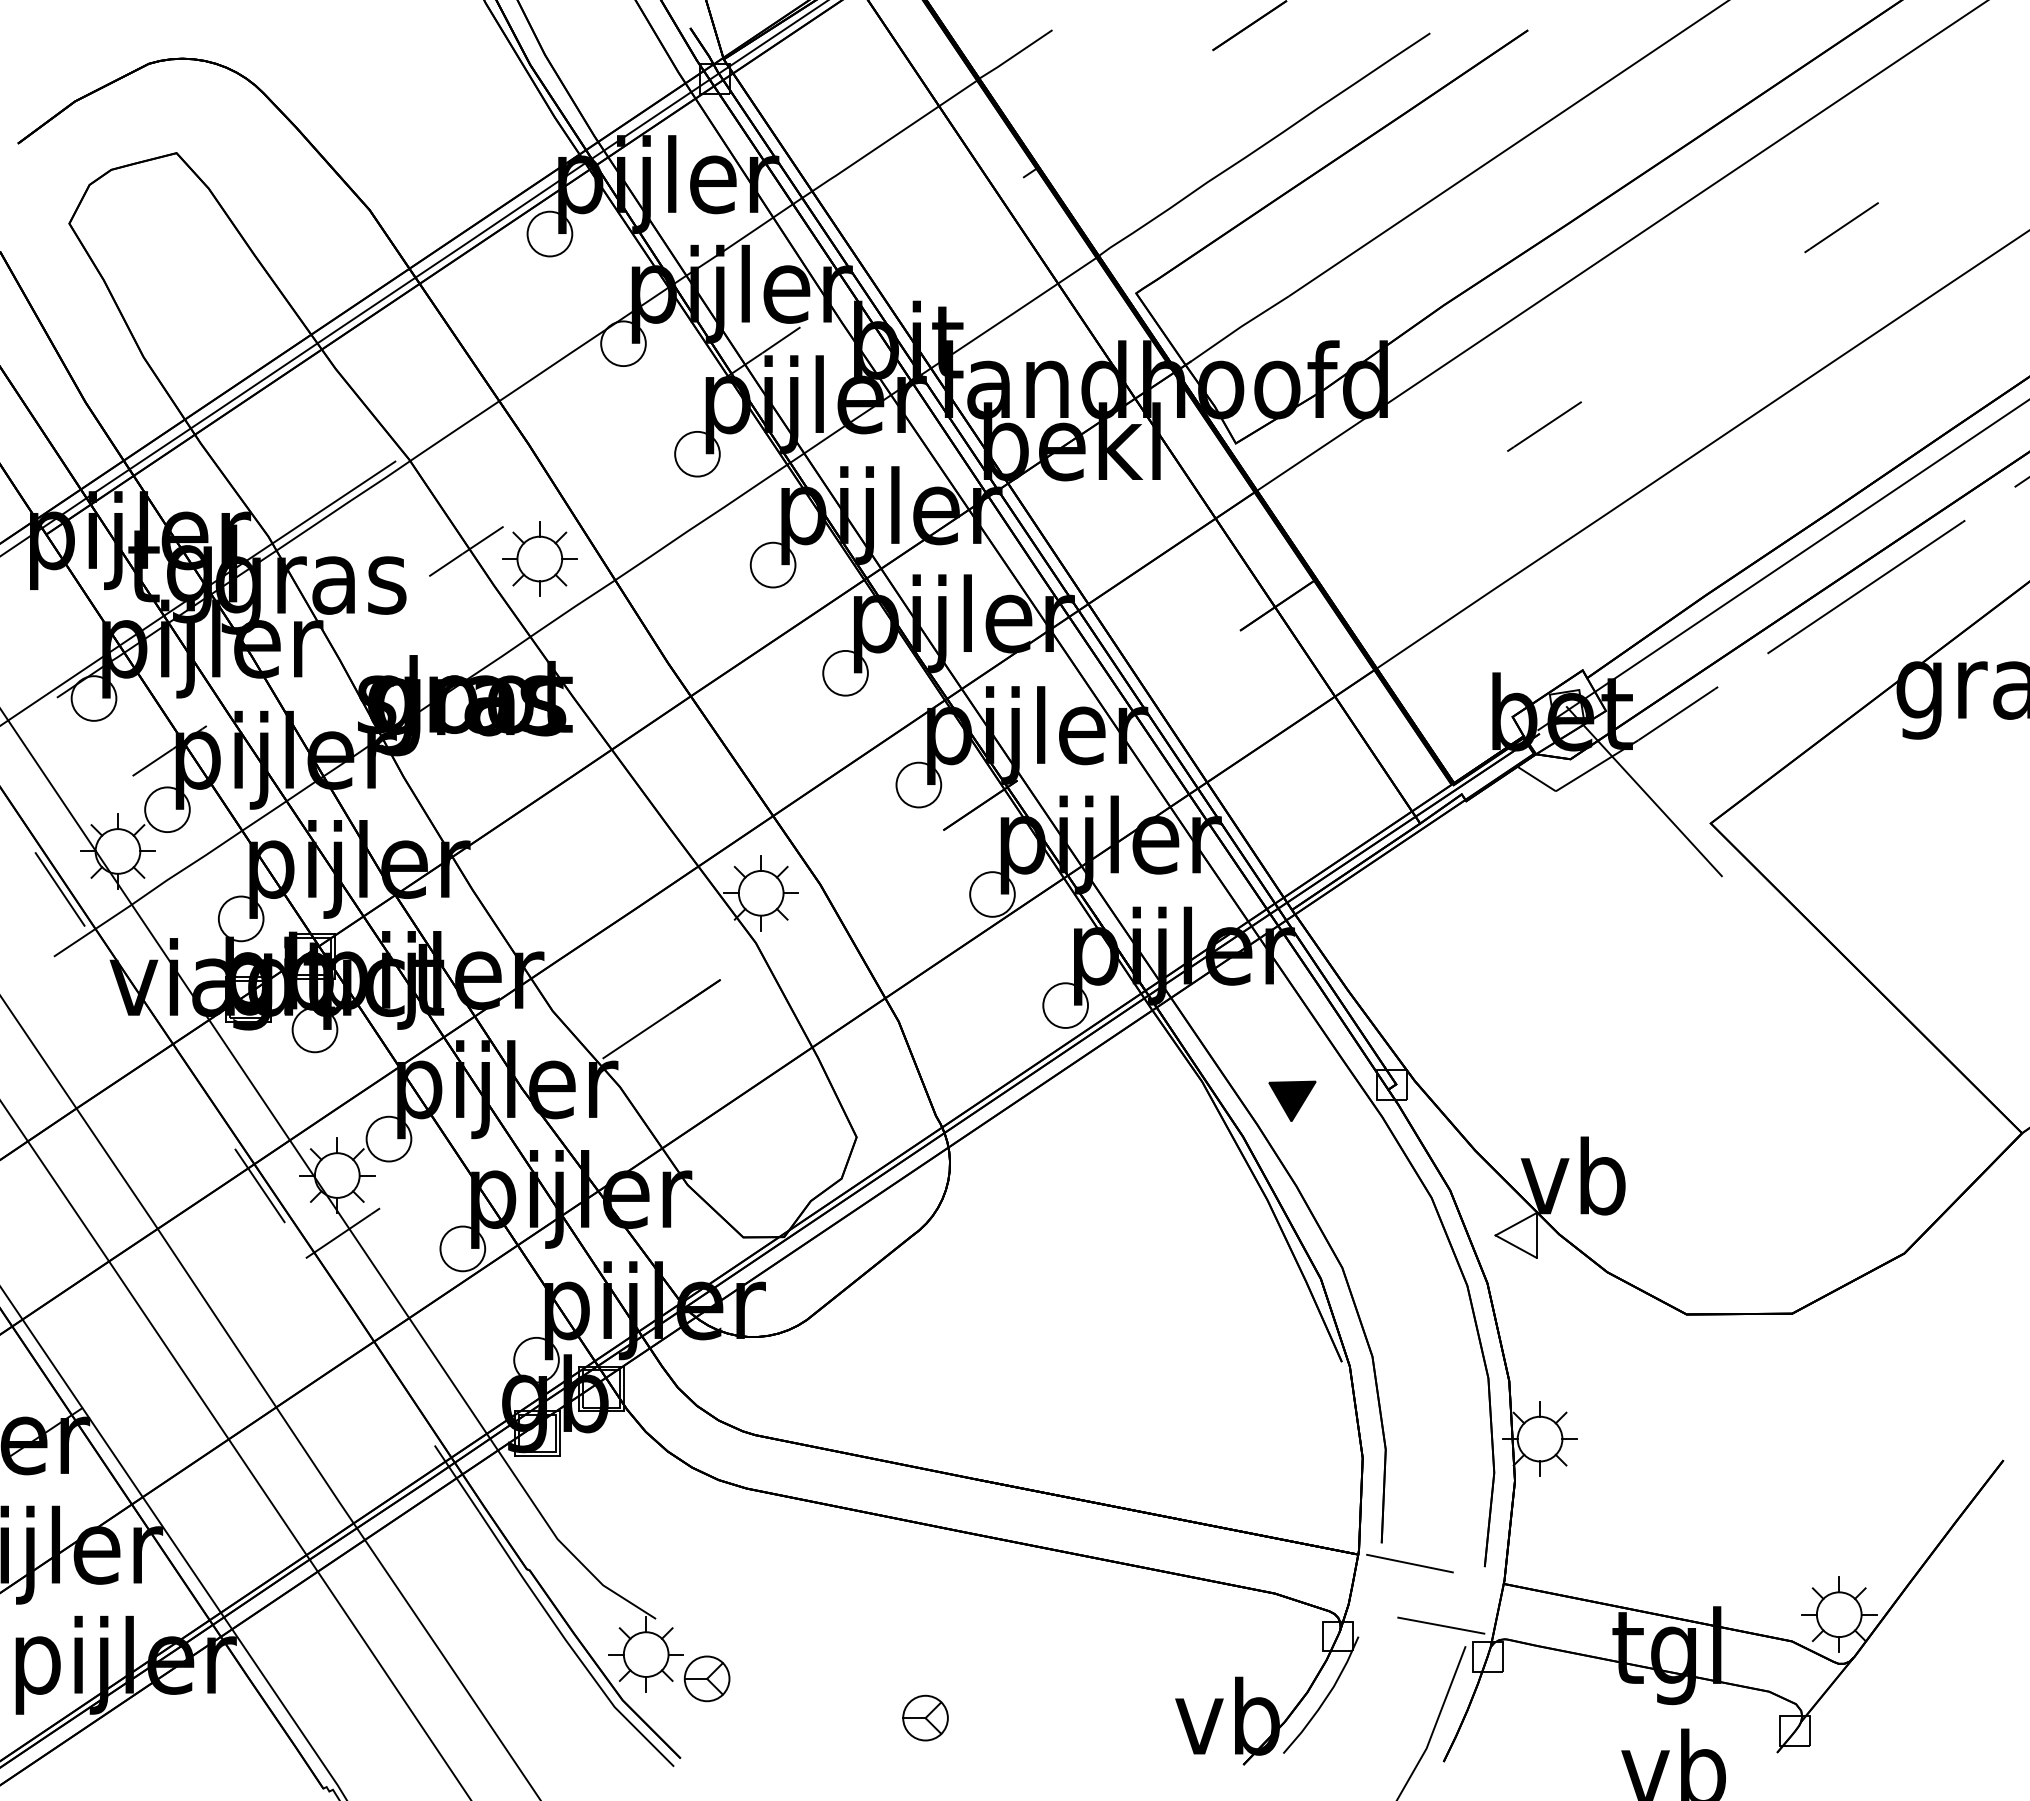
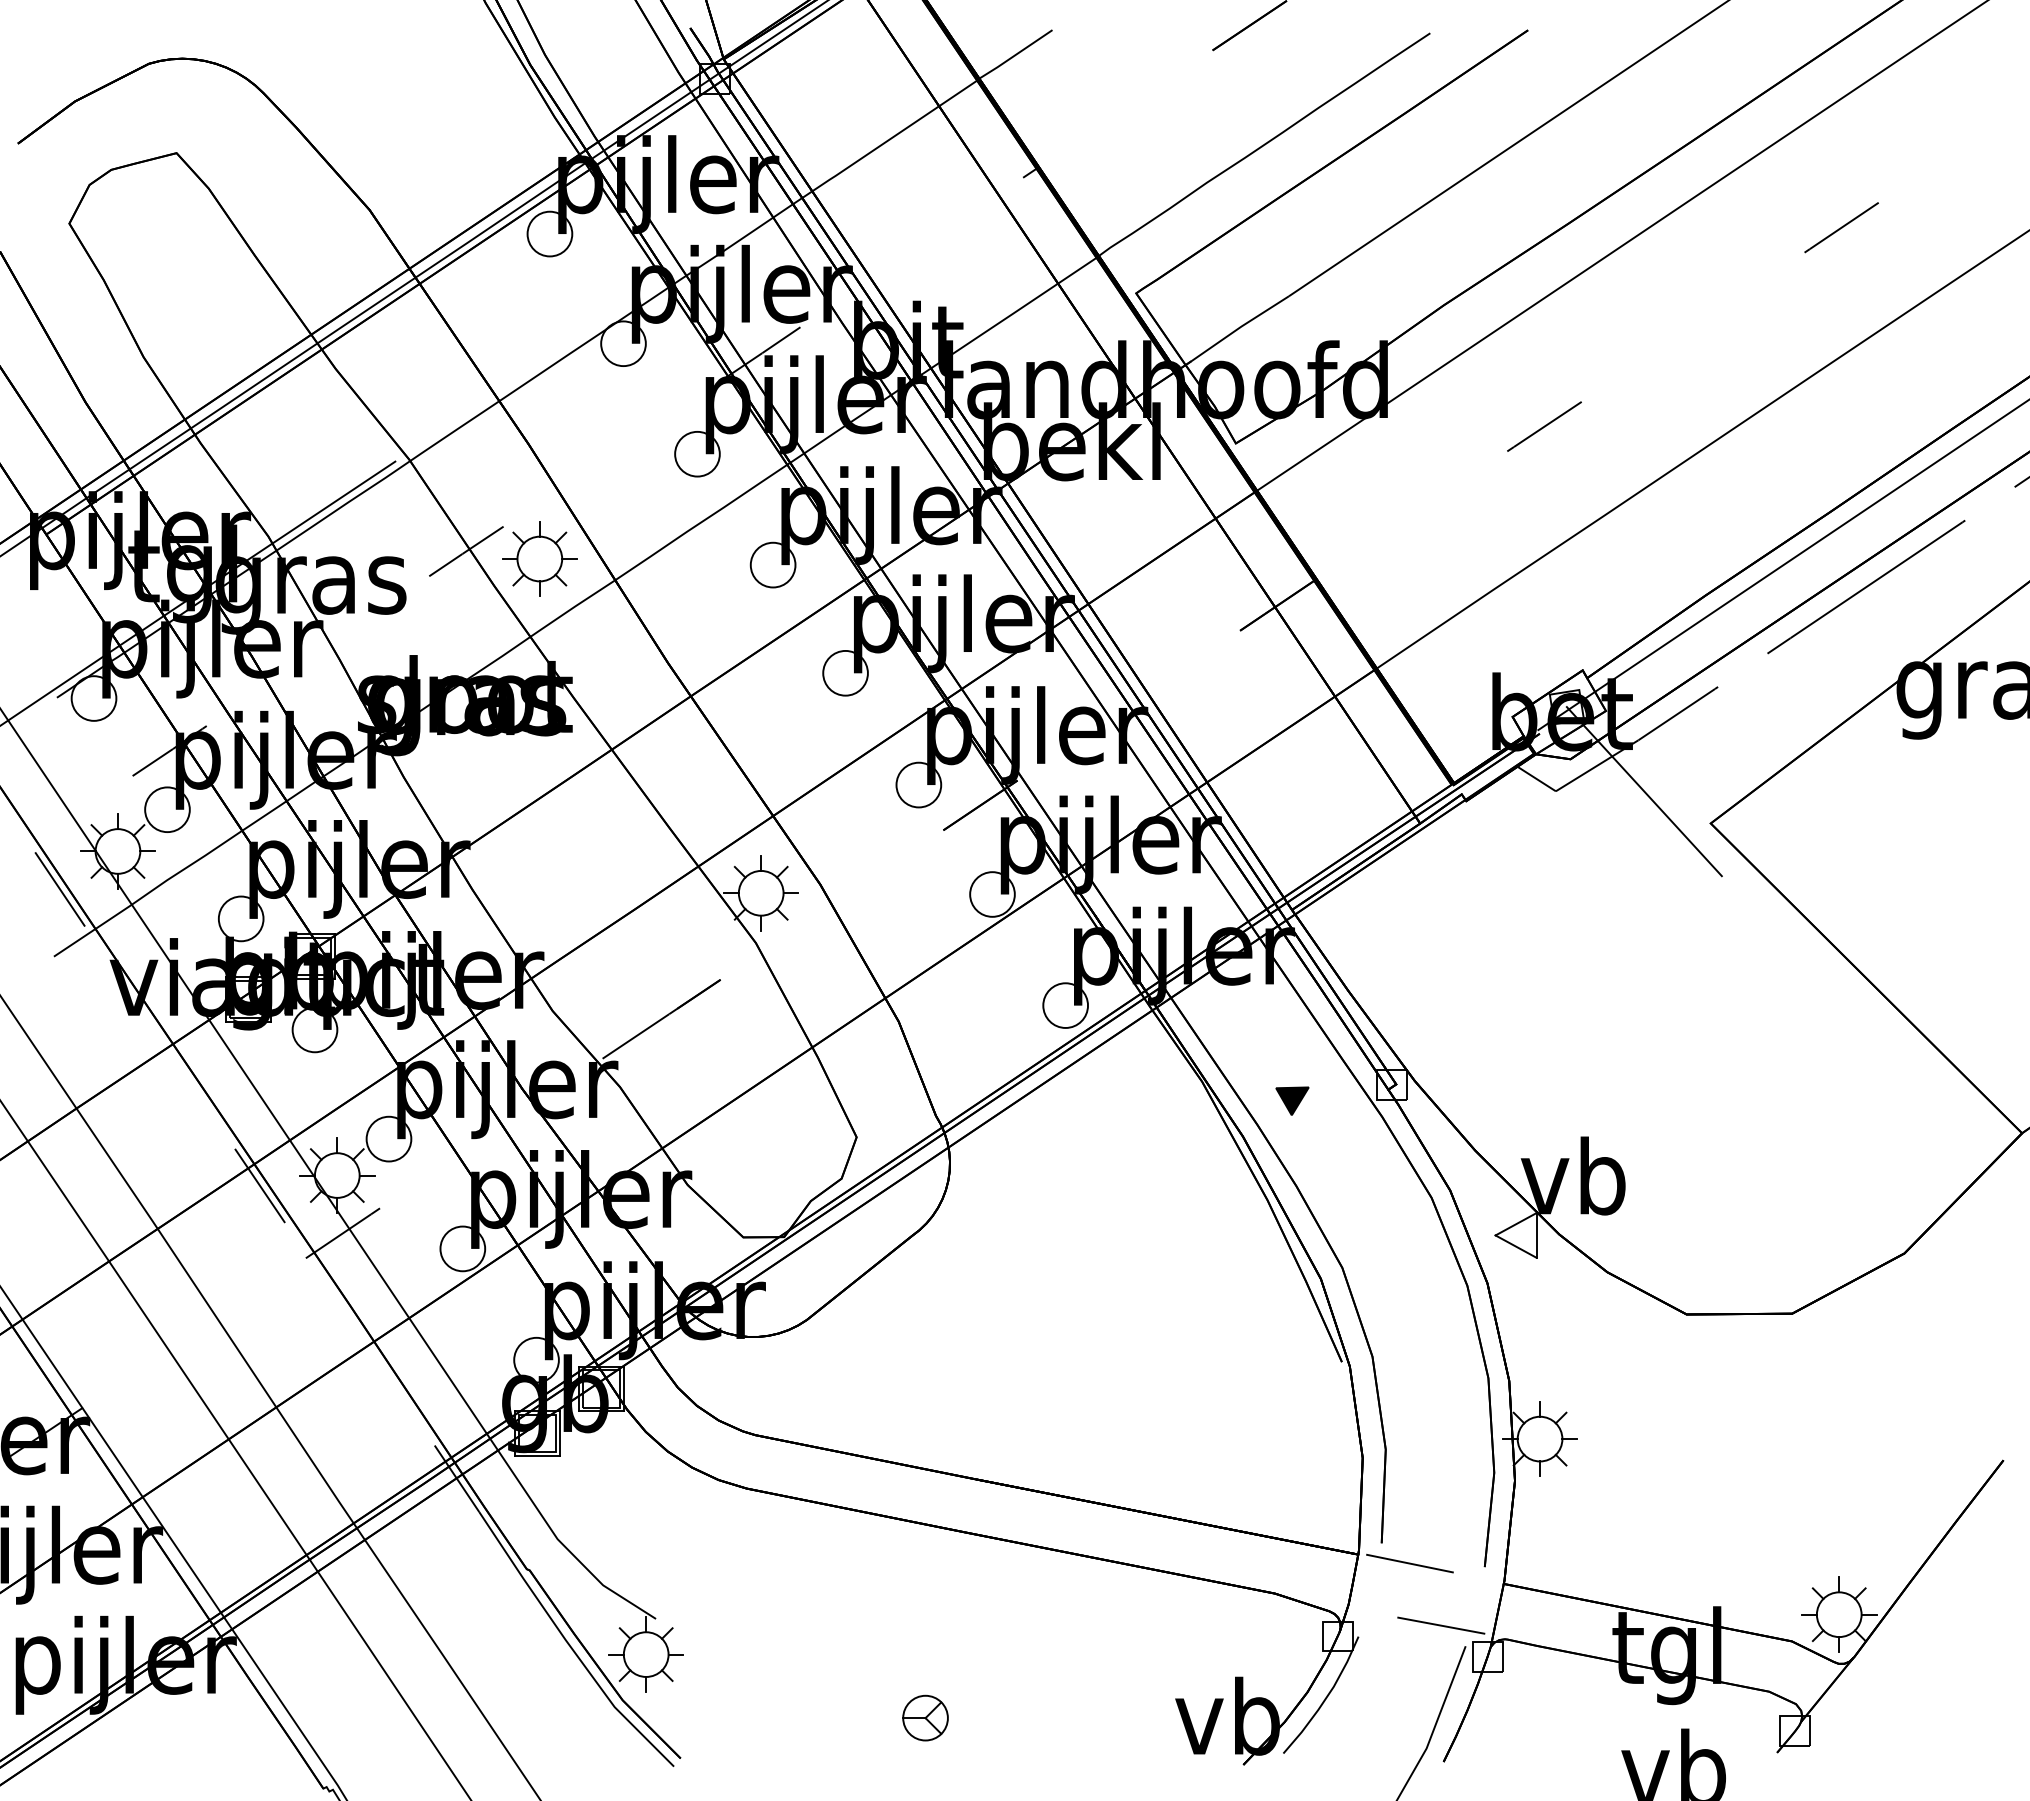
part at (1292, 1100) size: 49x42 px -> 35x30 px
part at (706, 1678): present -> none
